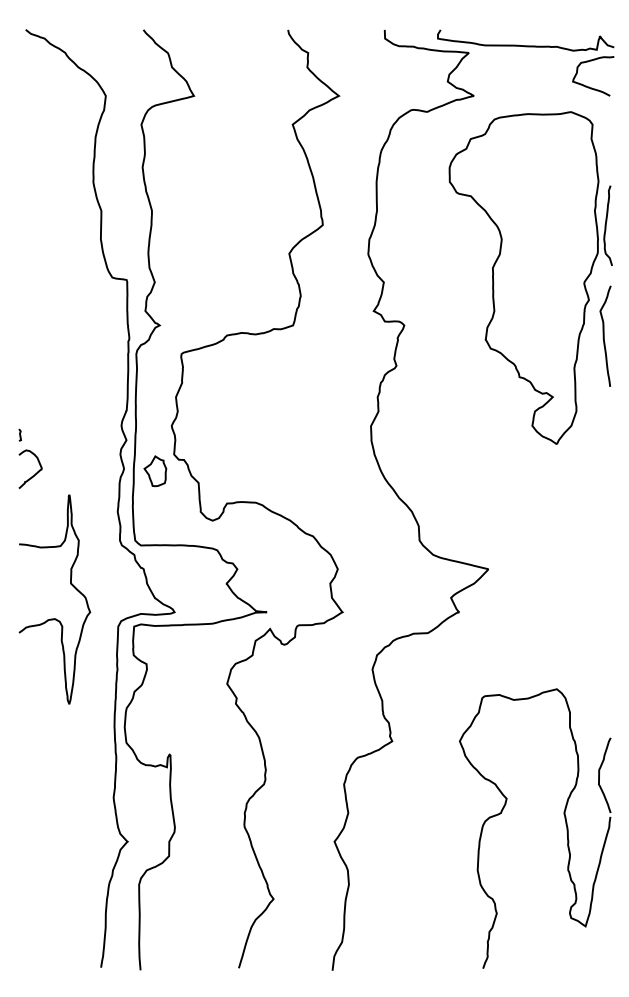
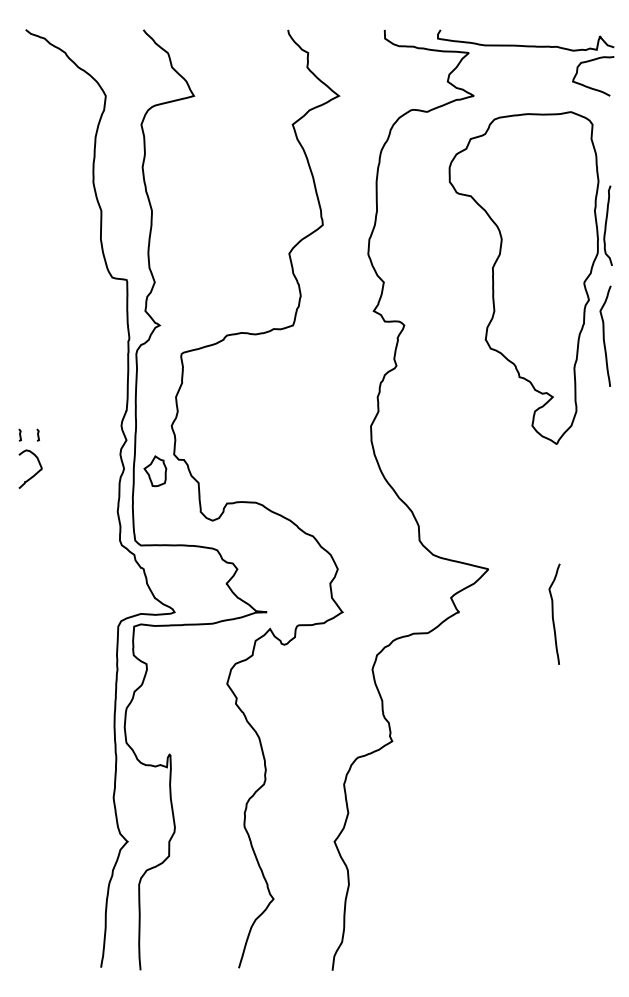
line at (37, 434): none -> present
curve at (553, 613): none -> present
curve at (54, 618): present -> none
part at (565, 824): present -> none
